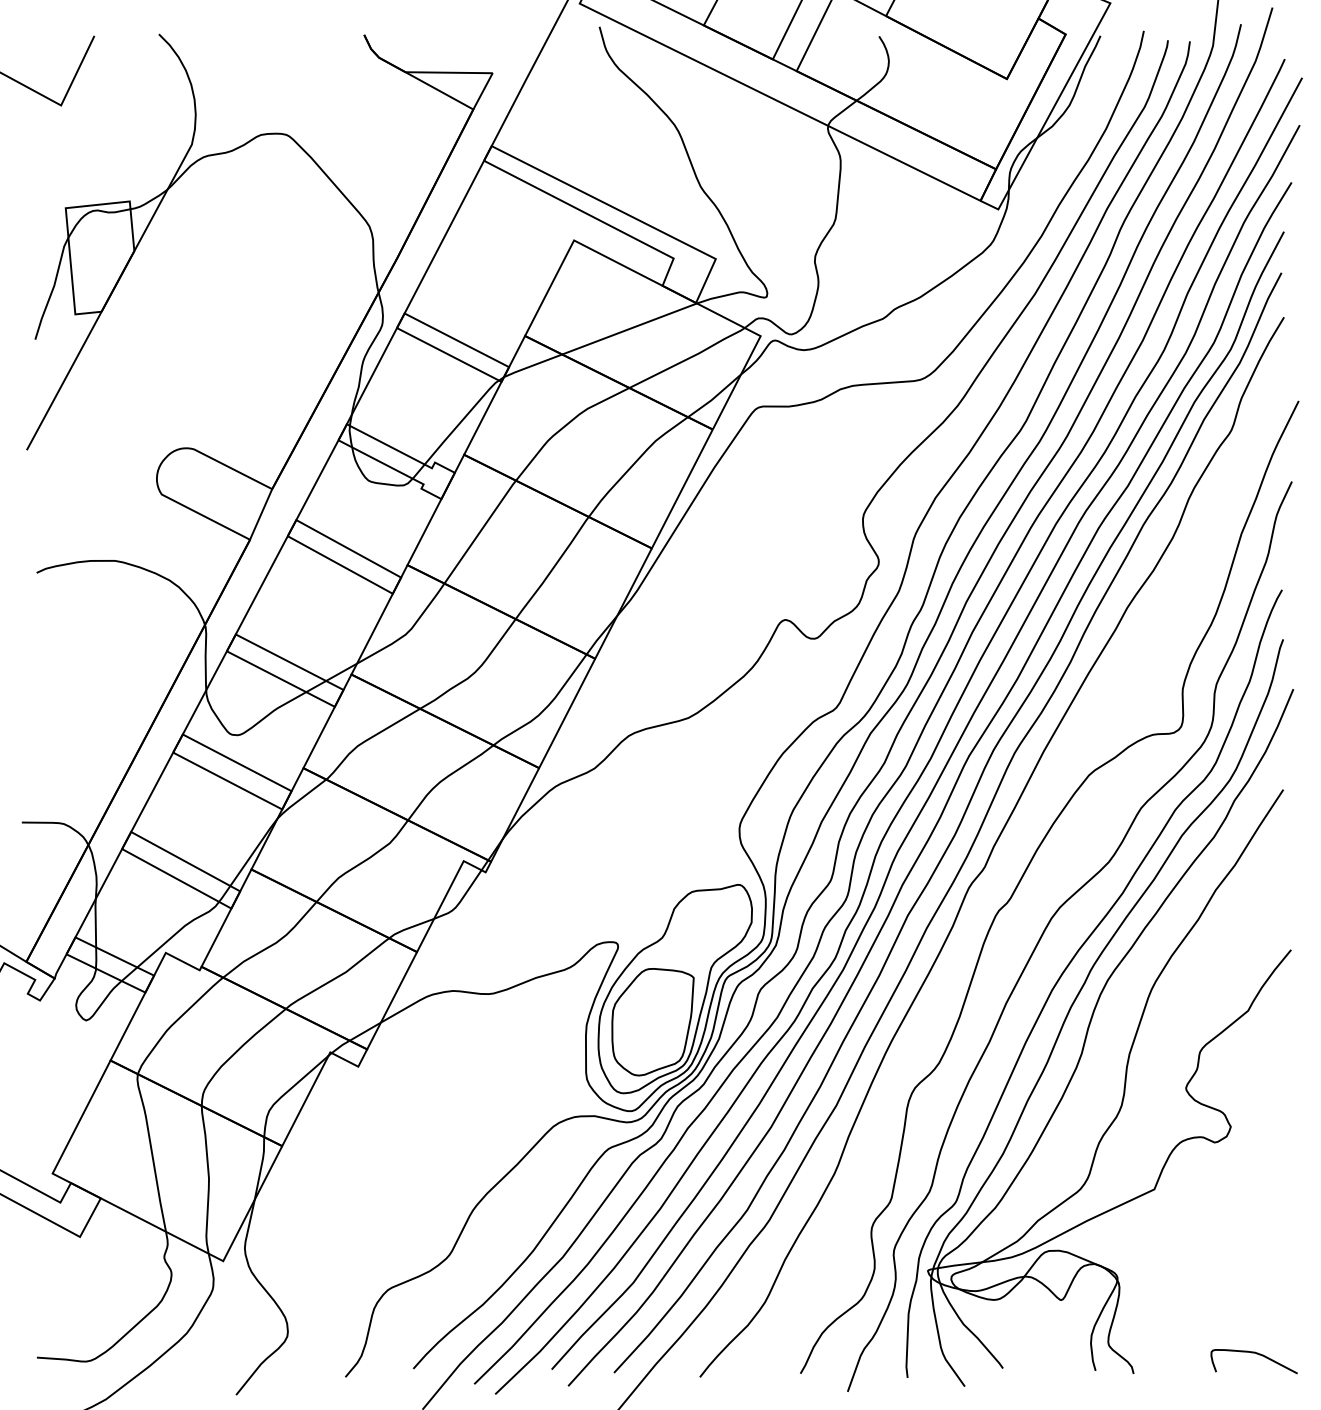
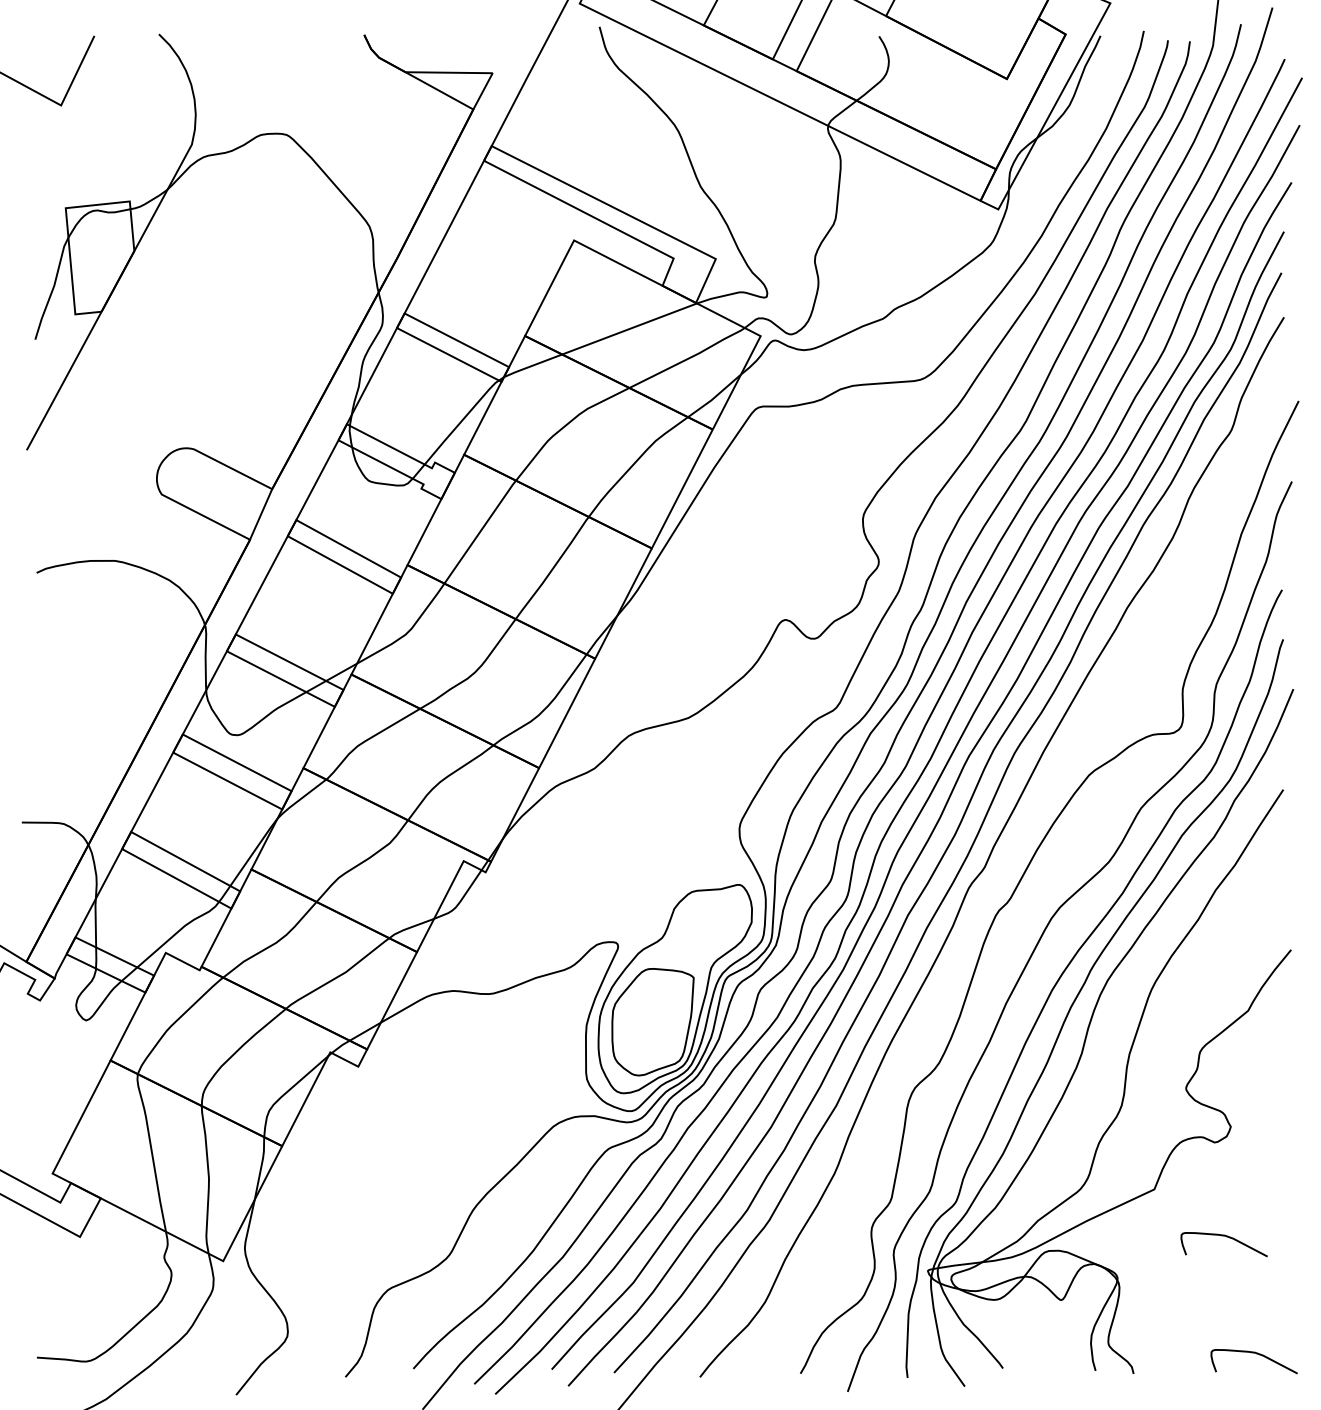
curve at (1226, 1237): none -> present
